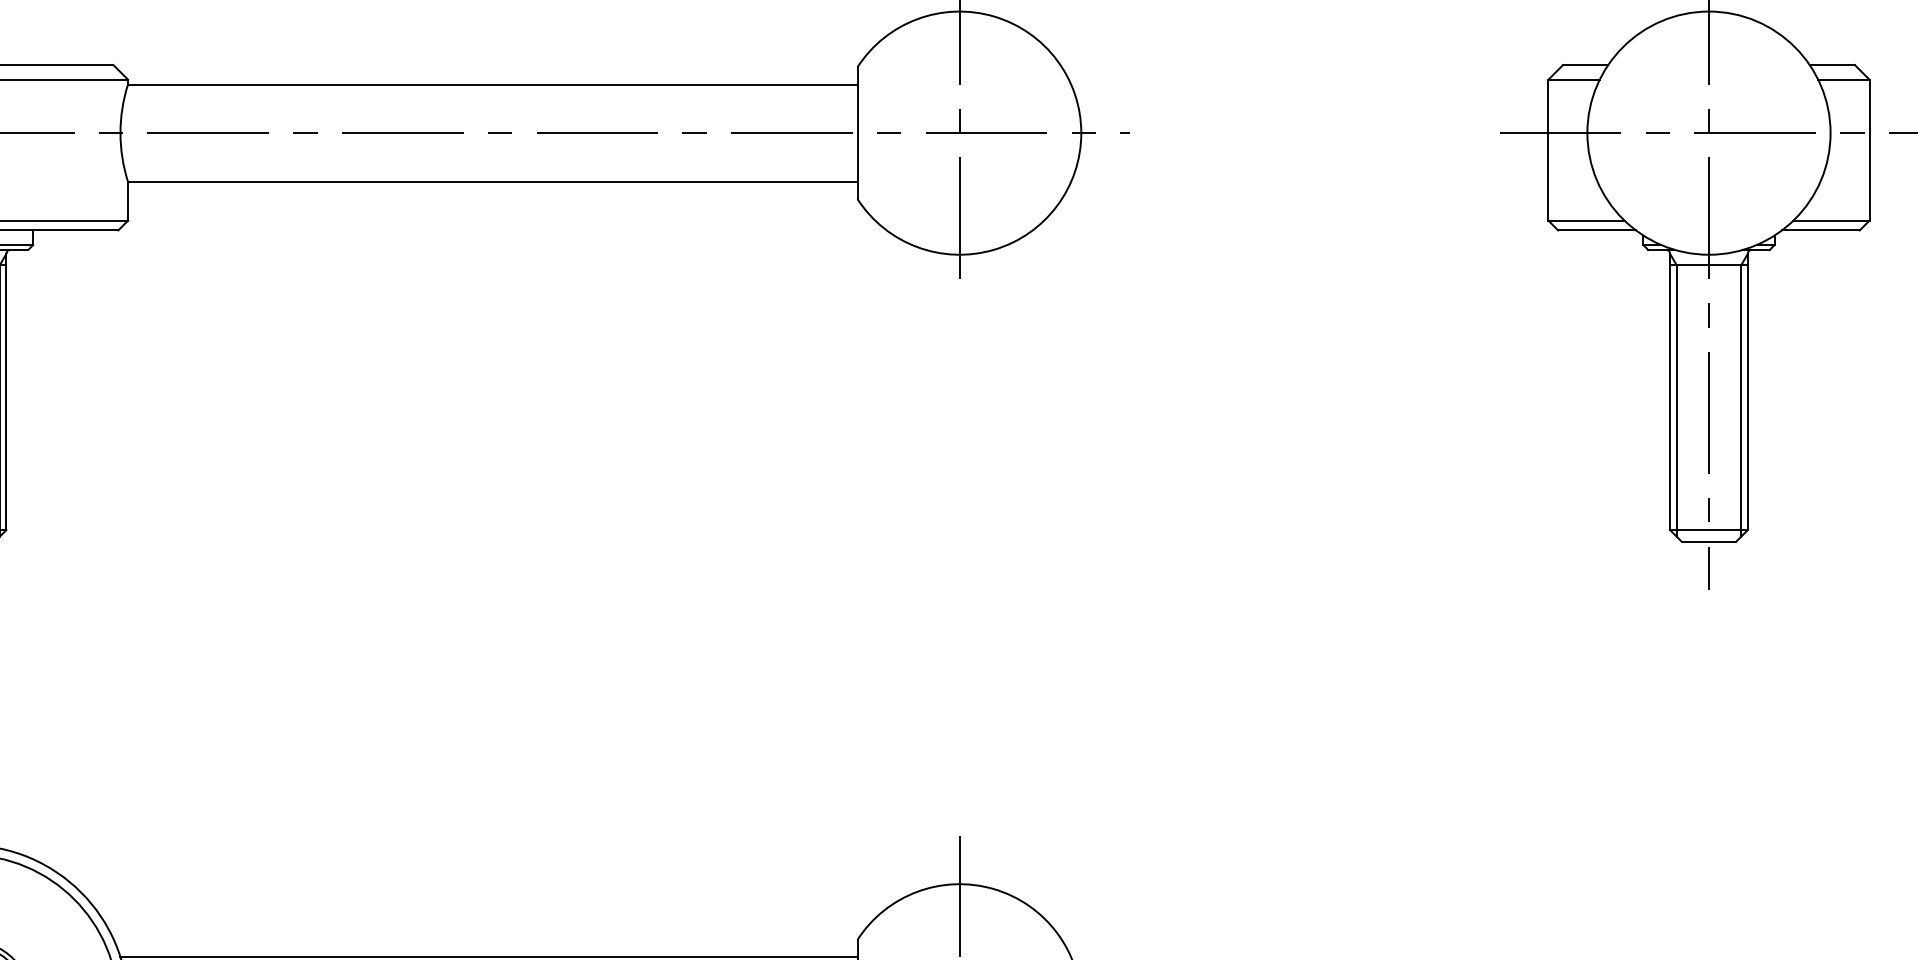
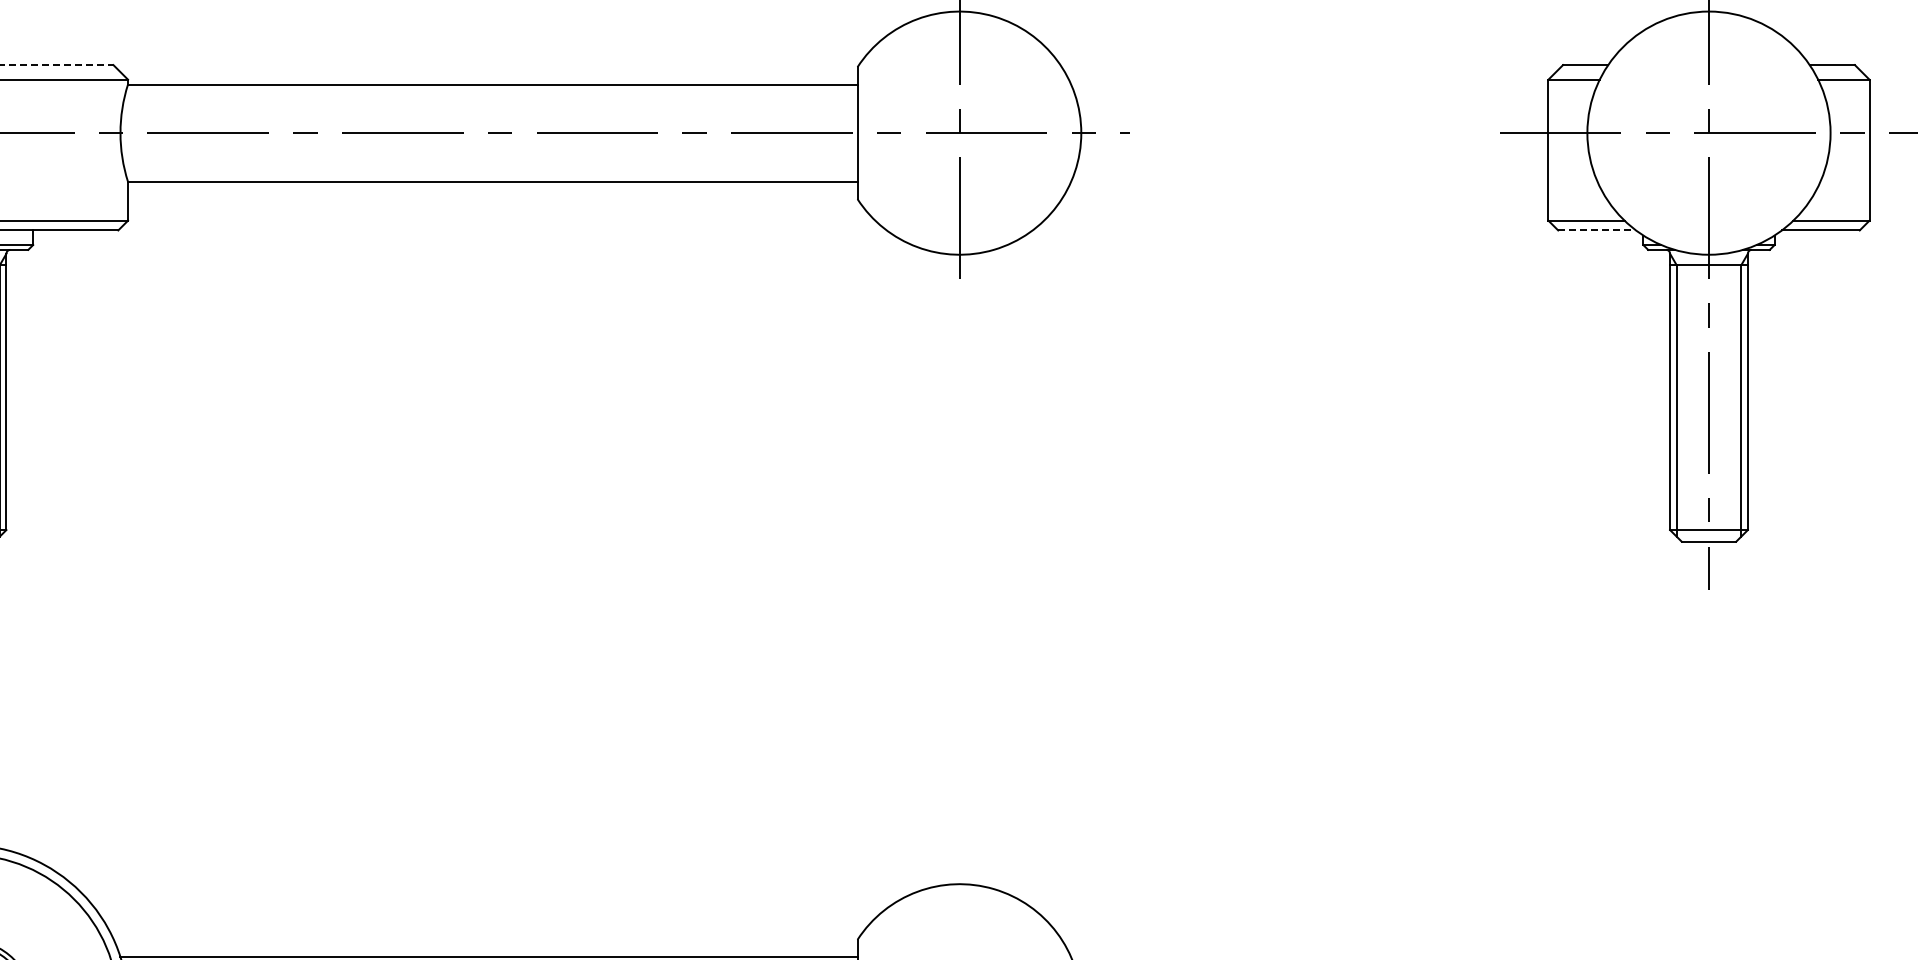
line at (57, 65): solid -> dashed
line at (1597, 230): solid -> dashed
line at (959, 895): present -> none
